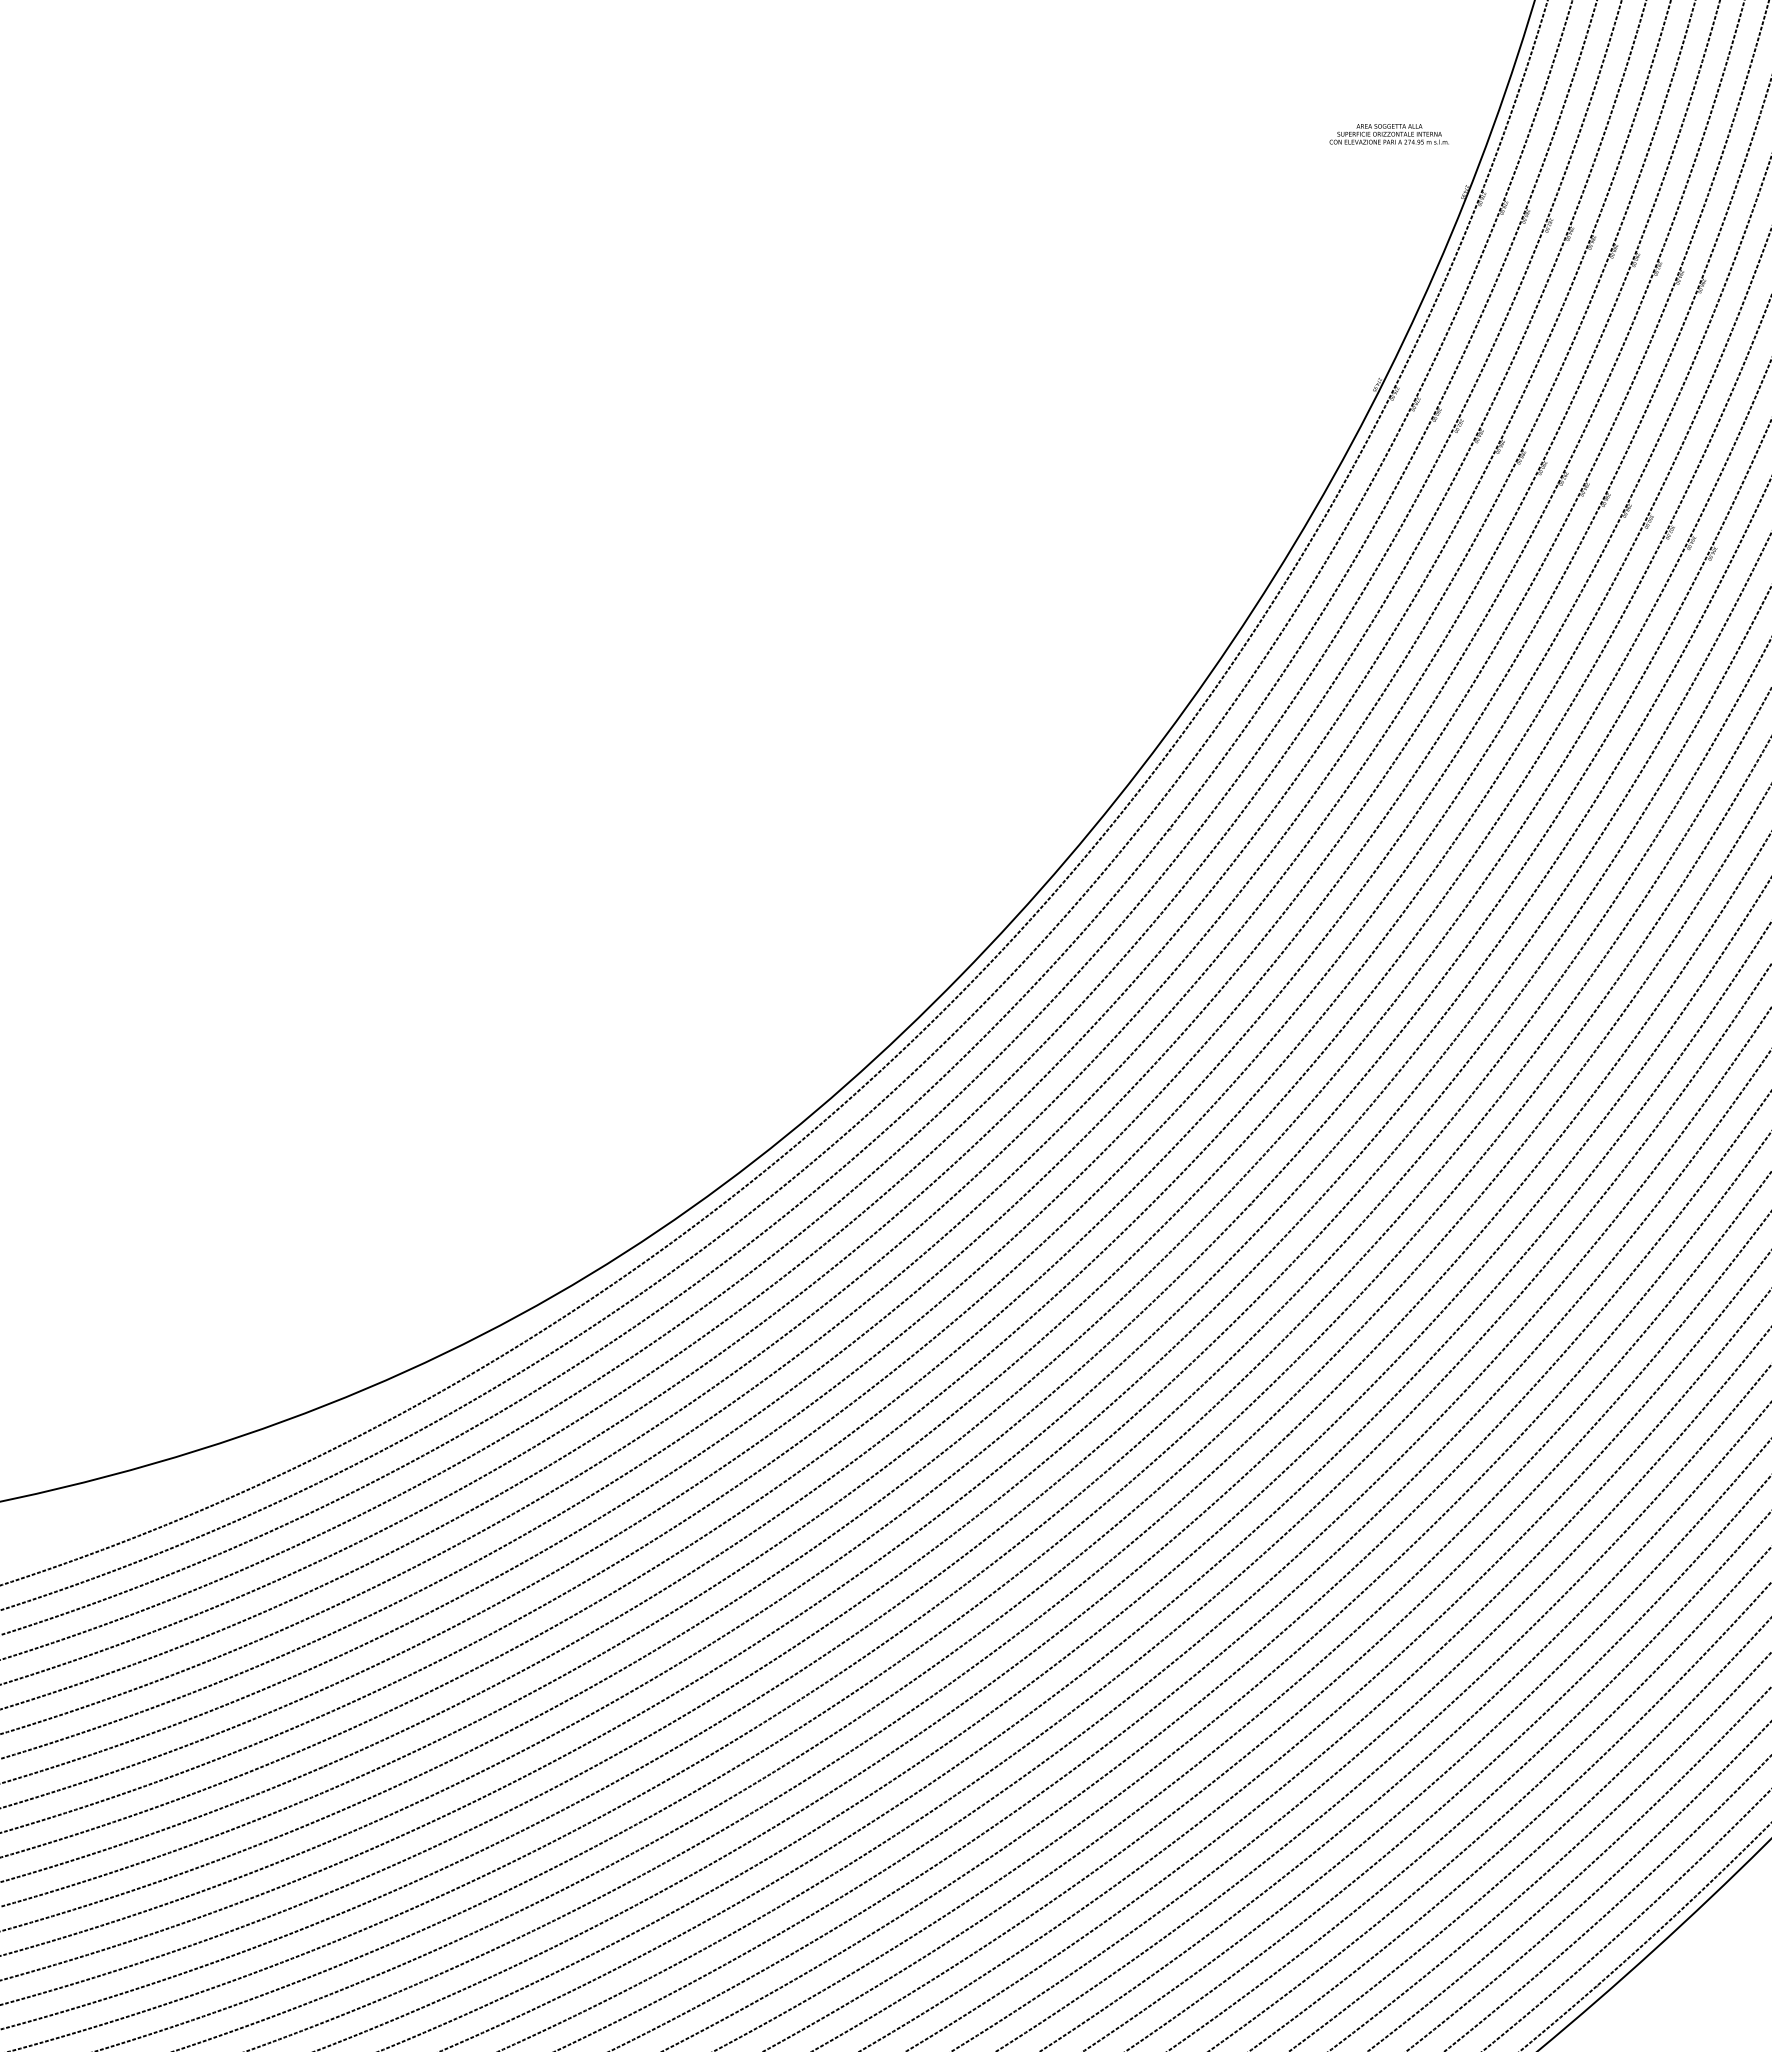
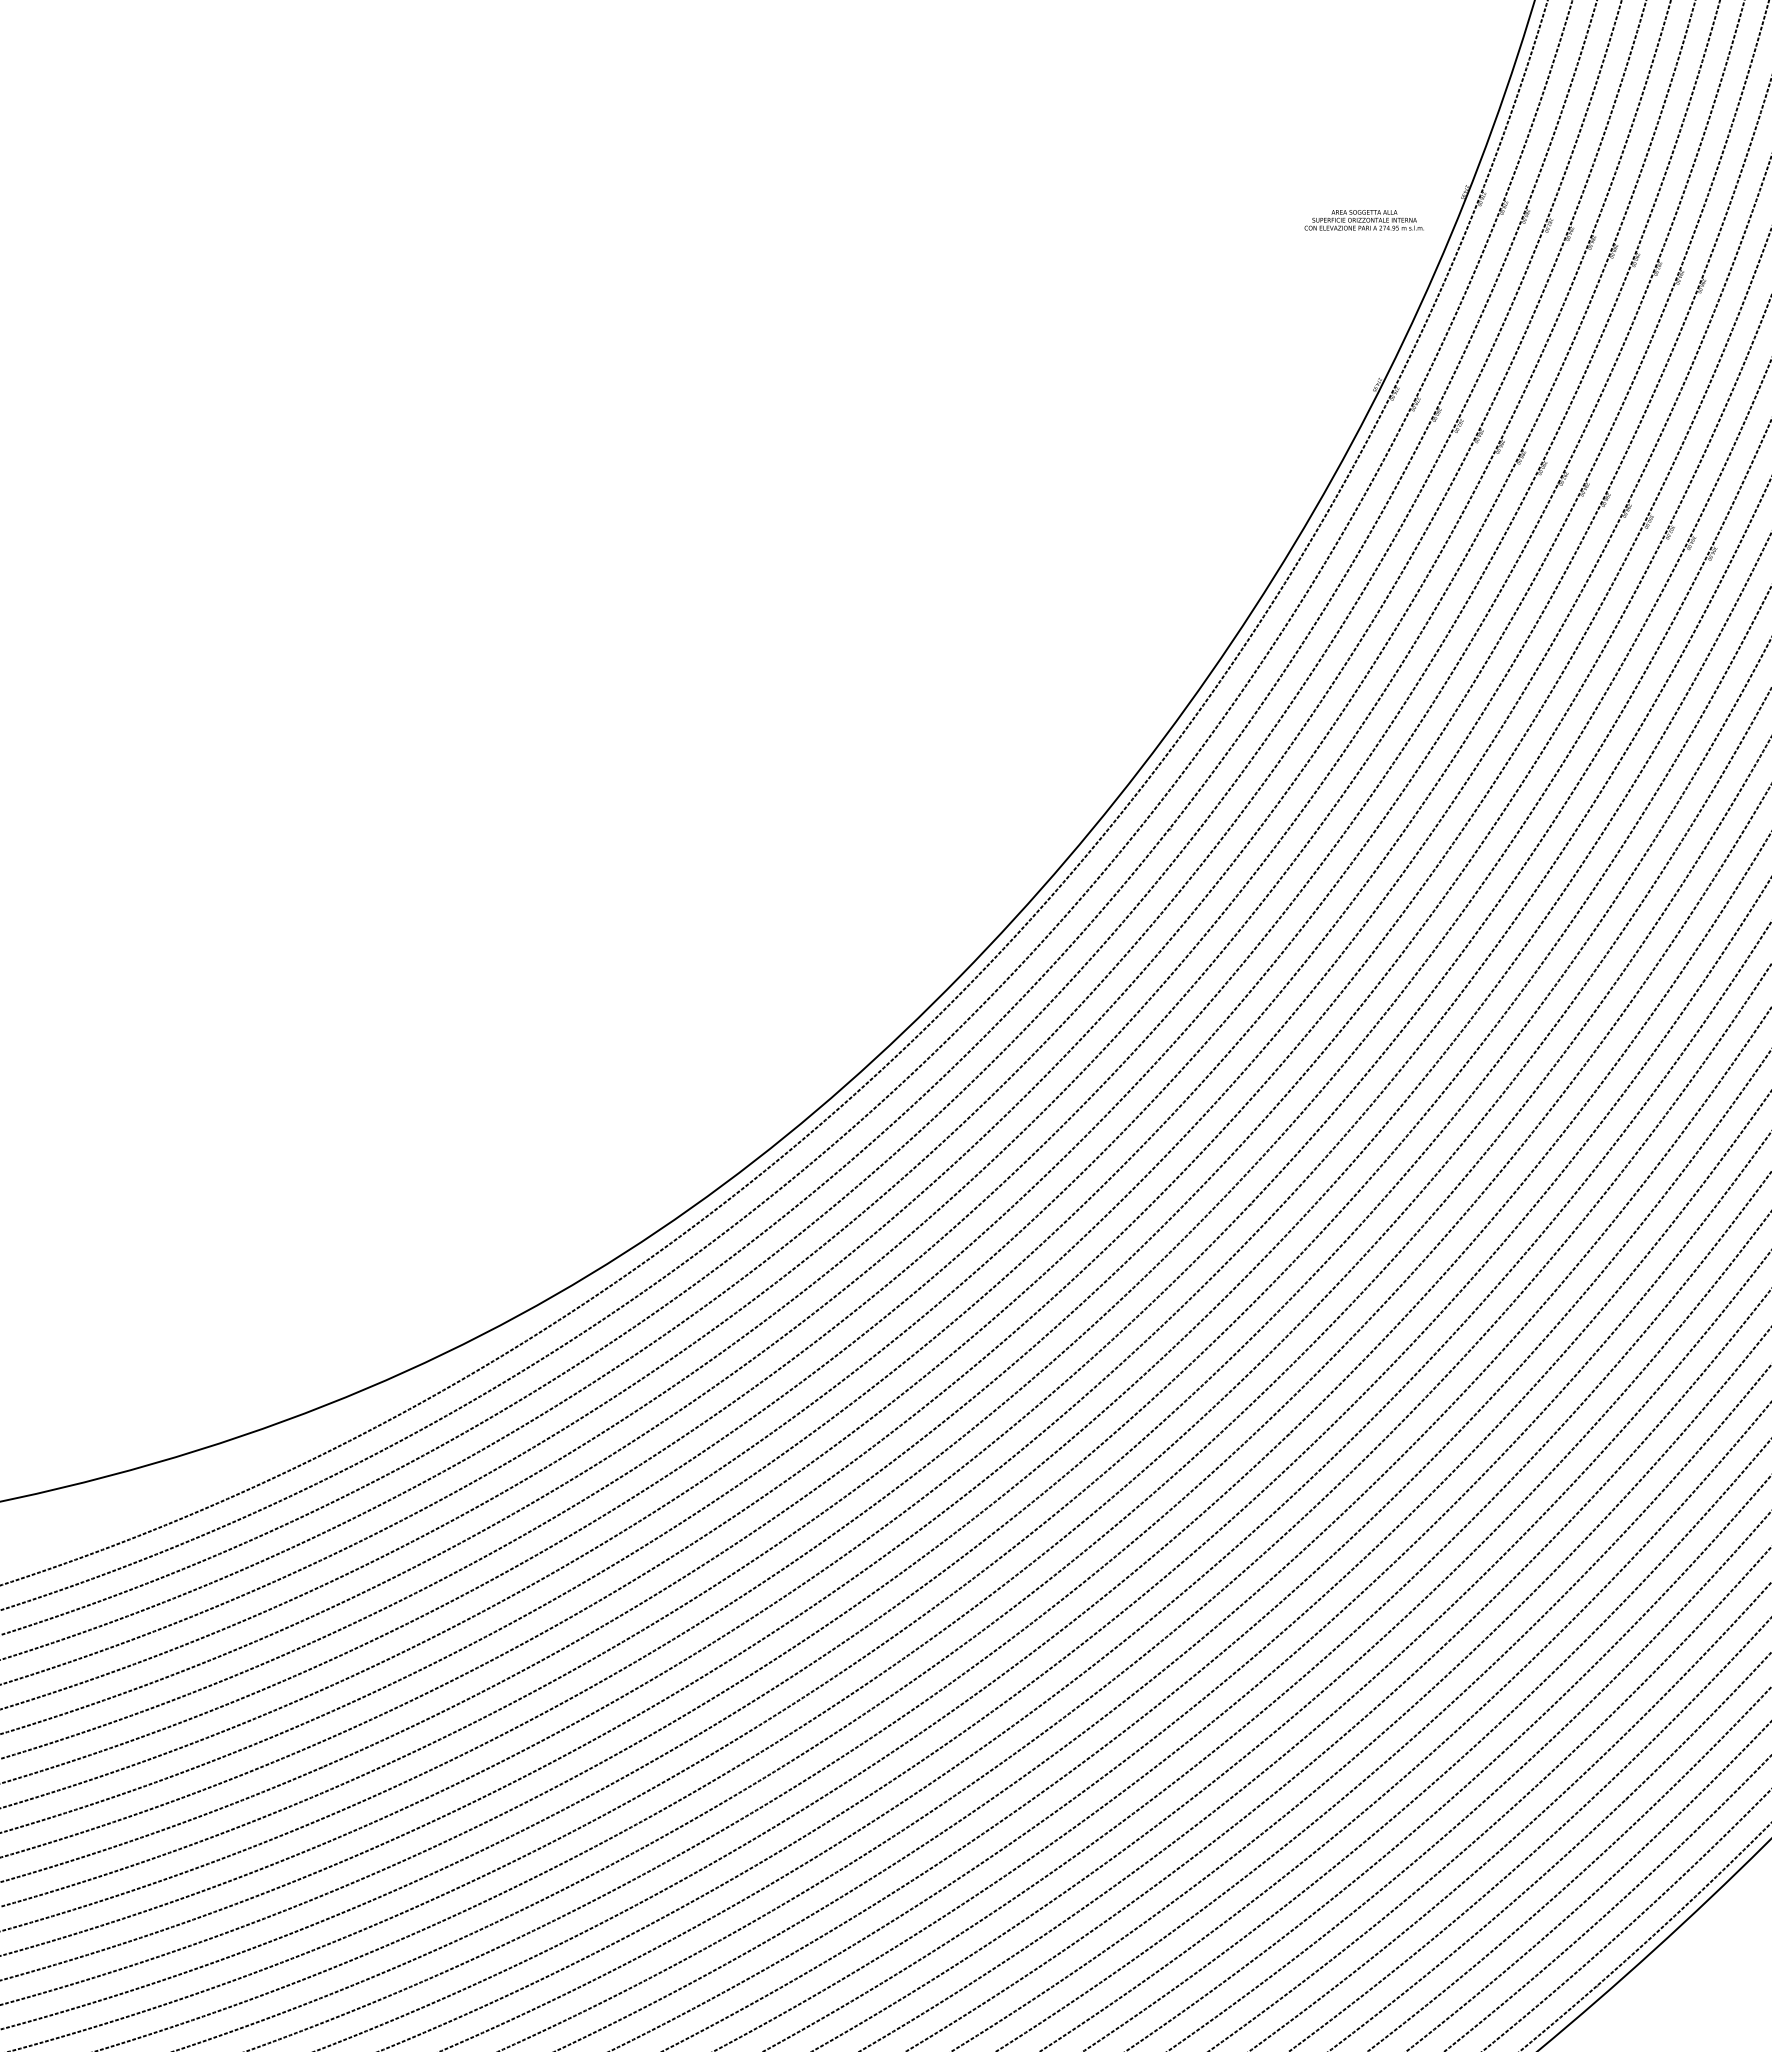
text at (1388, 134) position: (1388, 134) -> (1363, 220)
